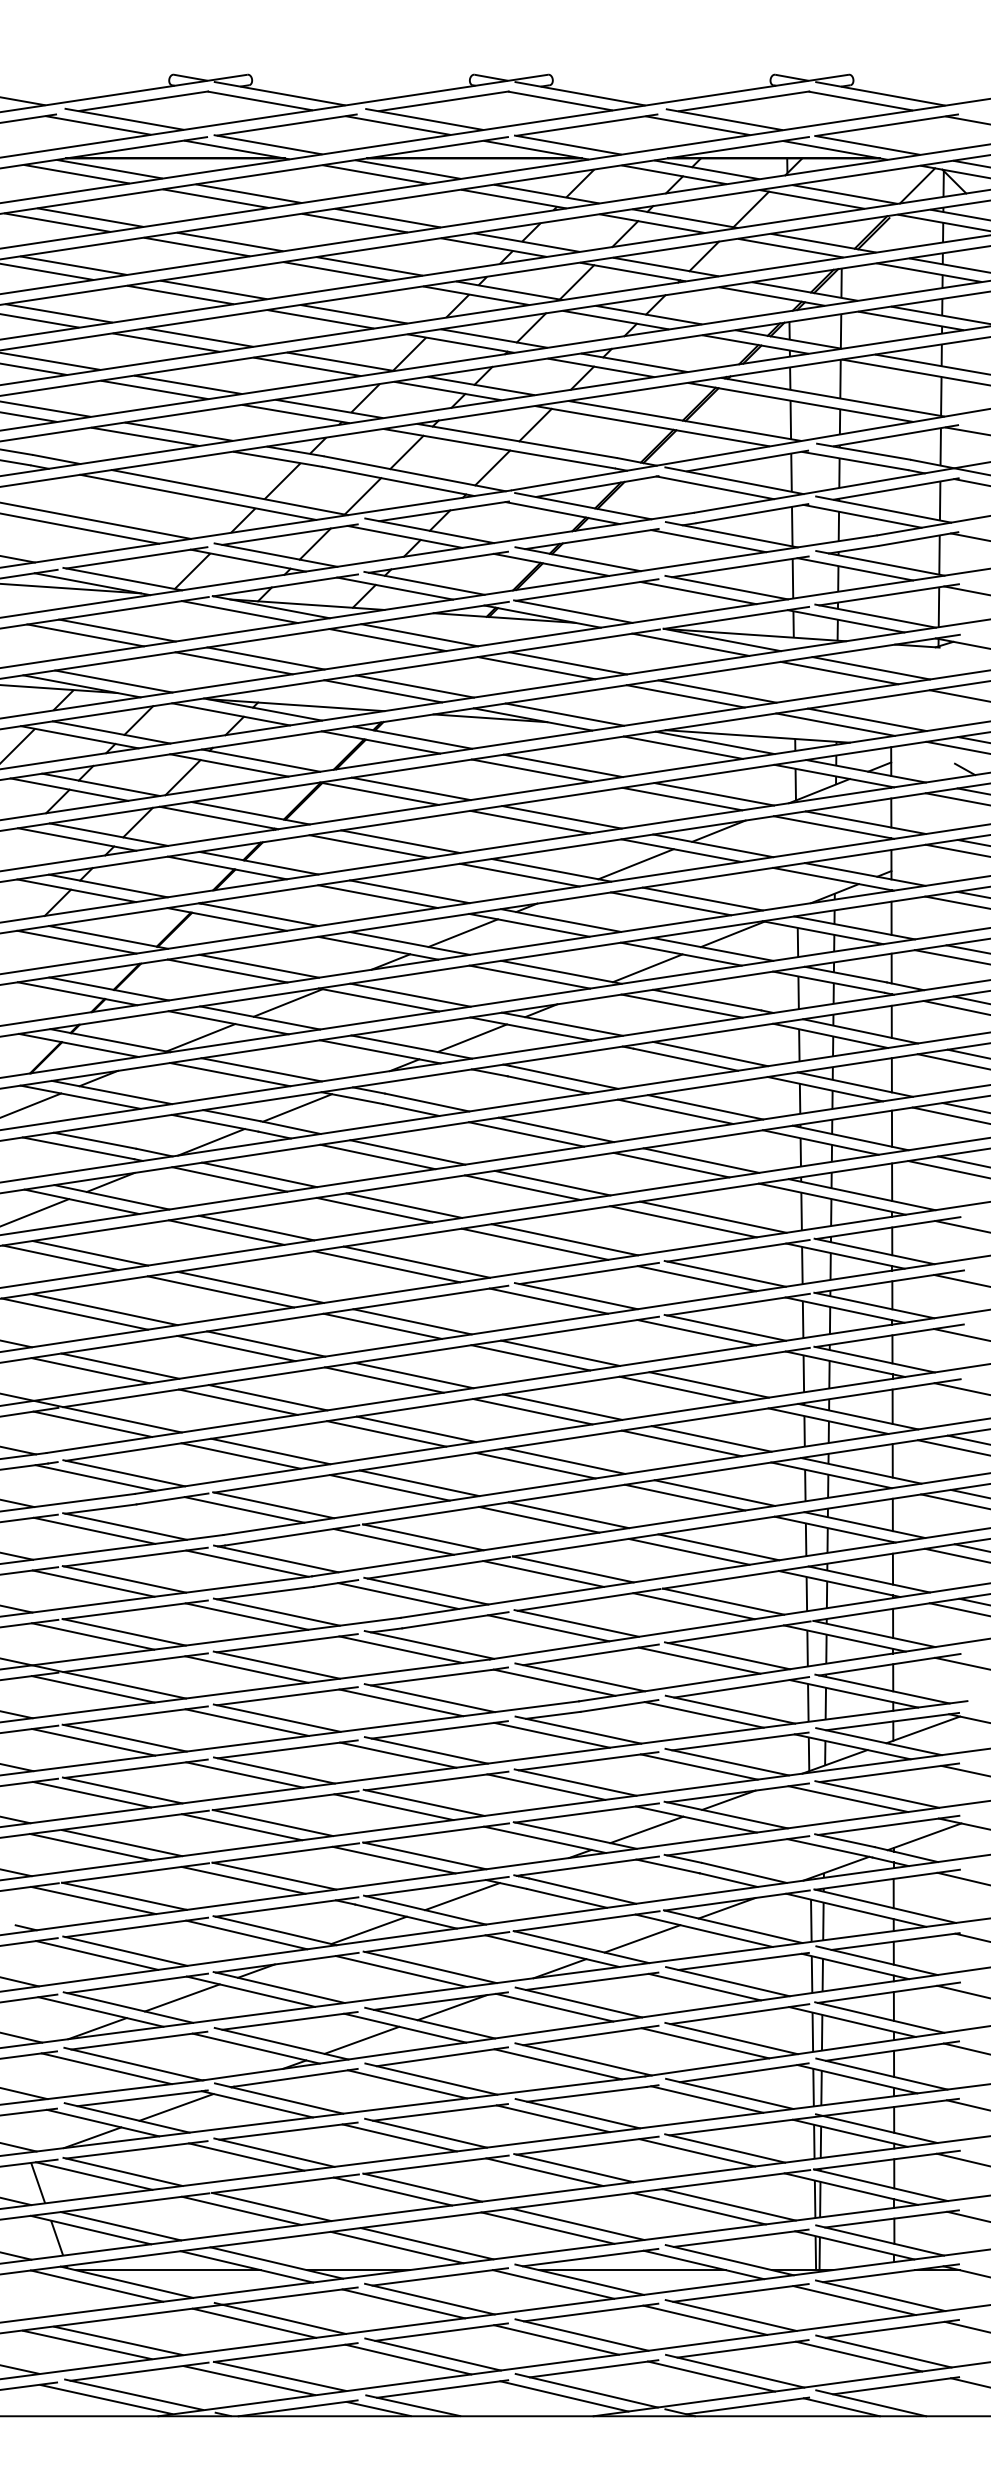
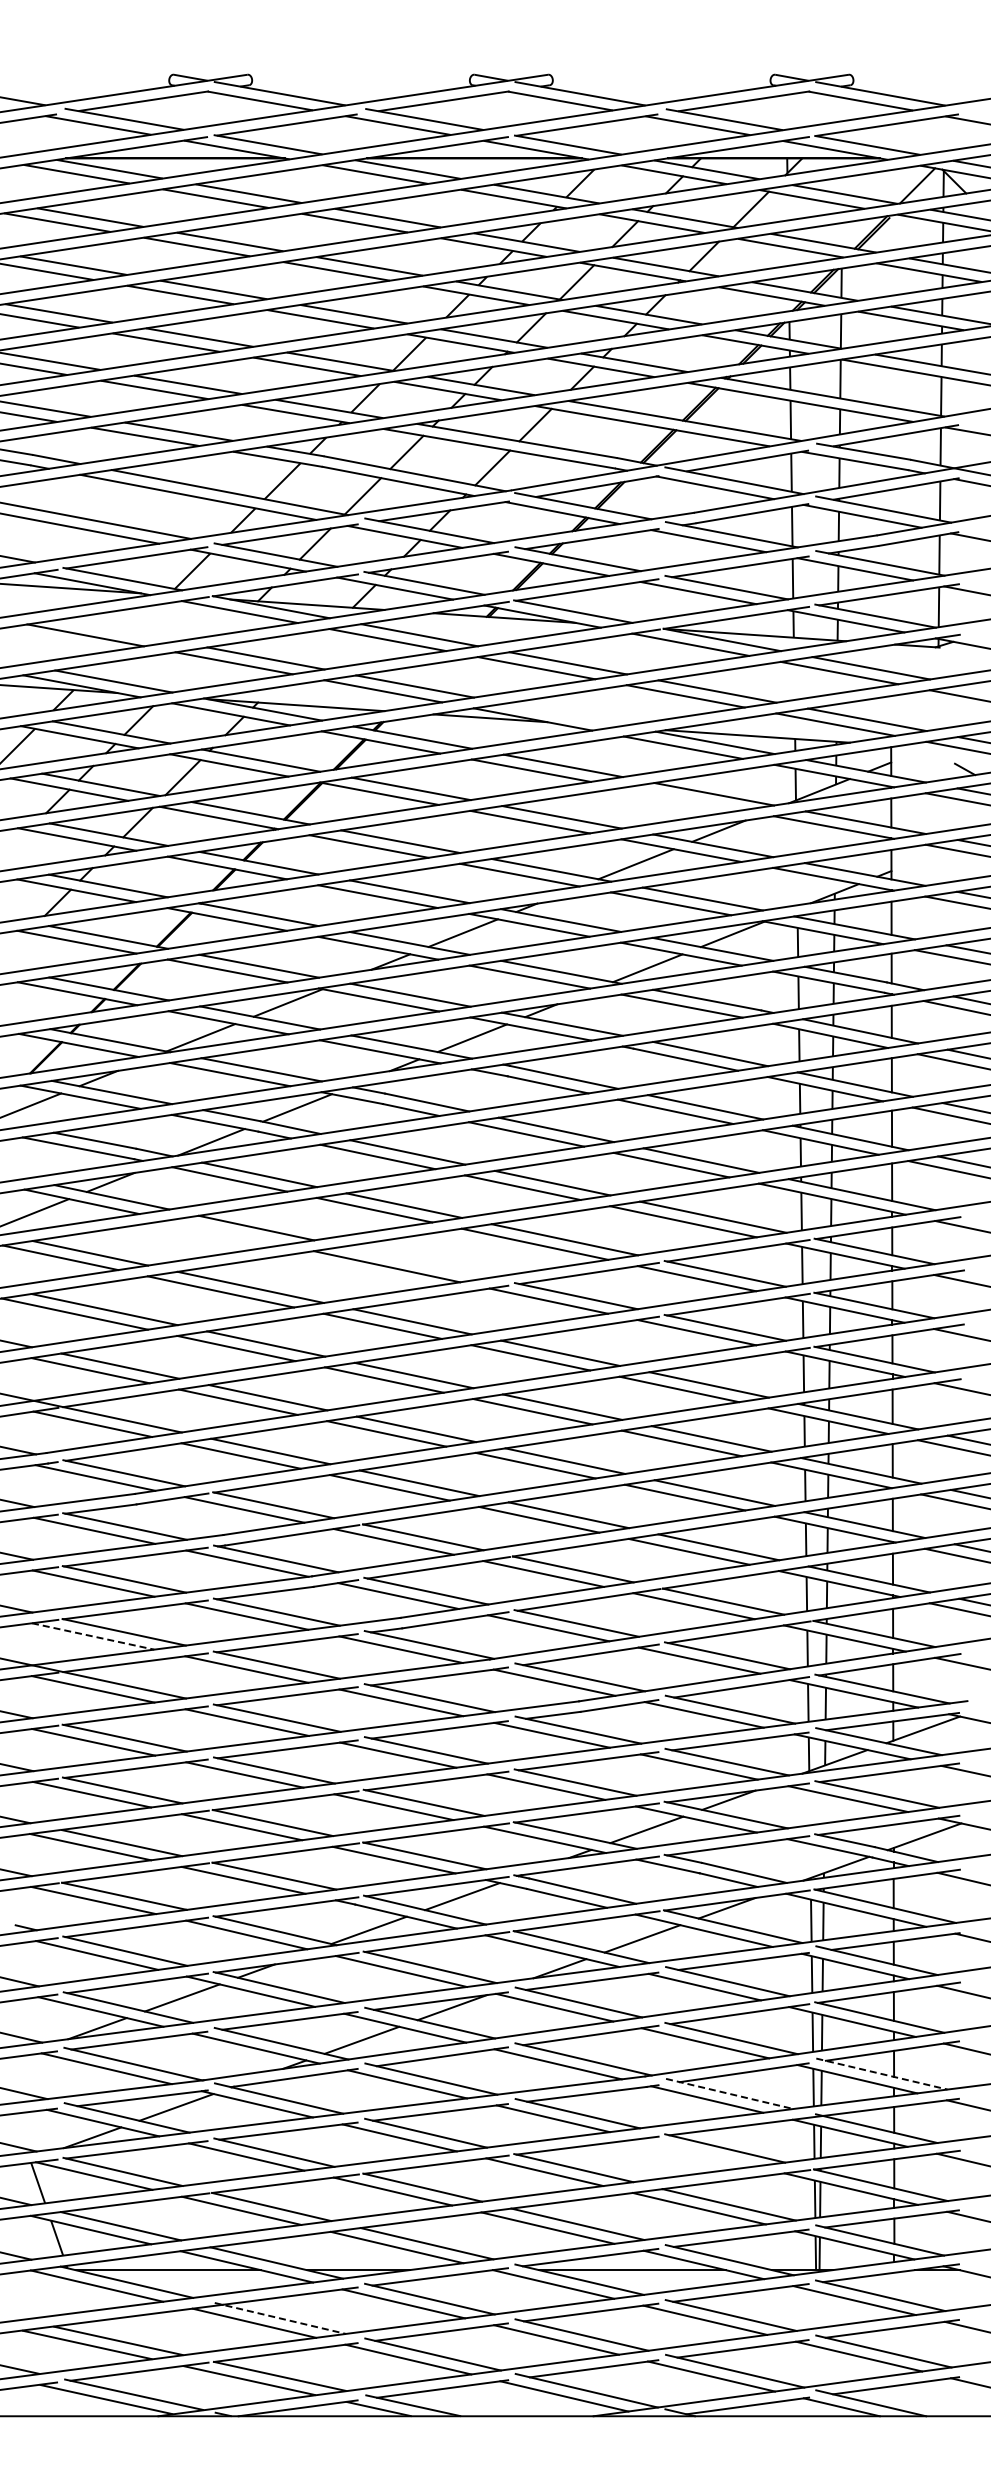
line at (117, 630): present -> none
line at (564, 714): present -> none
line at (682, 798): present -> none
line at (226, 1232): present -> none
line at (416, 1261): present -> none
line at (93, 1636): solid -> dashed
line at (882, 2074): solid -> dashed
line at (730, 2094): solid -> dashed
line at (697, 2152): present -> none
line at (280, 2318): solid -> dashed
